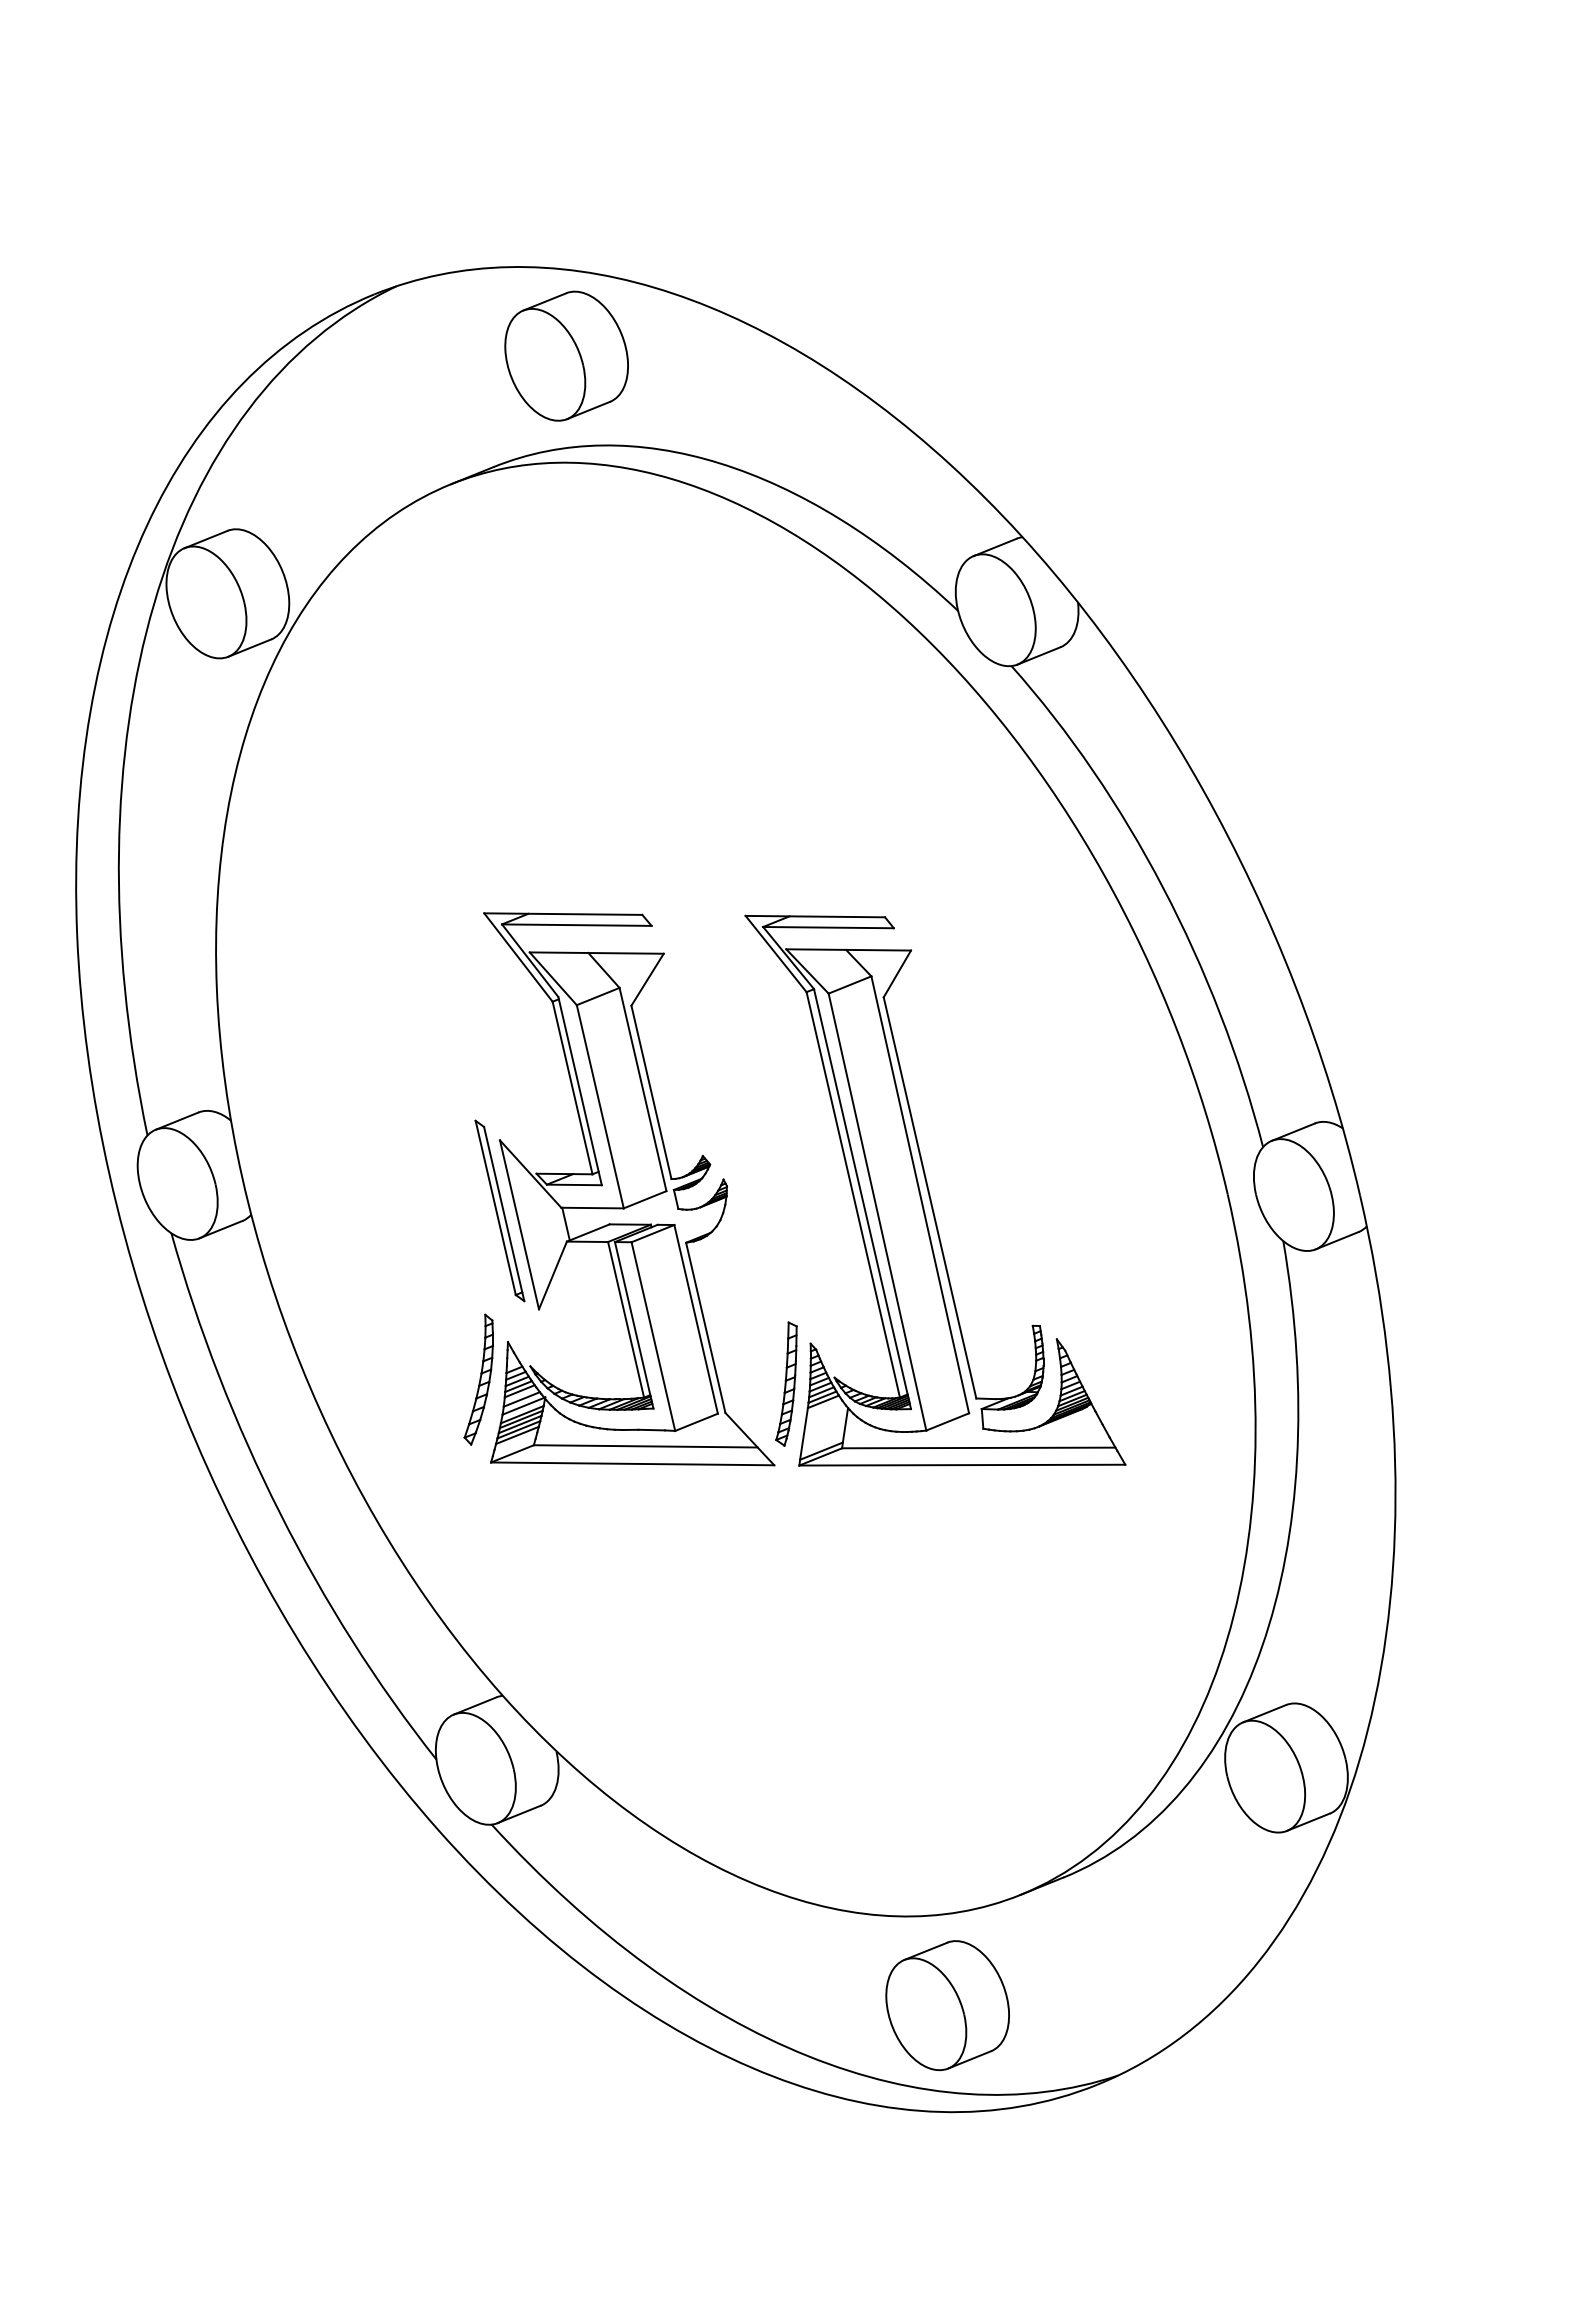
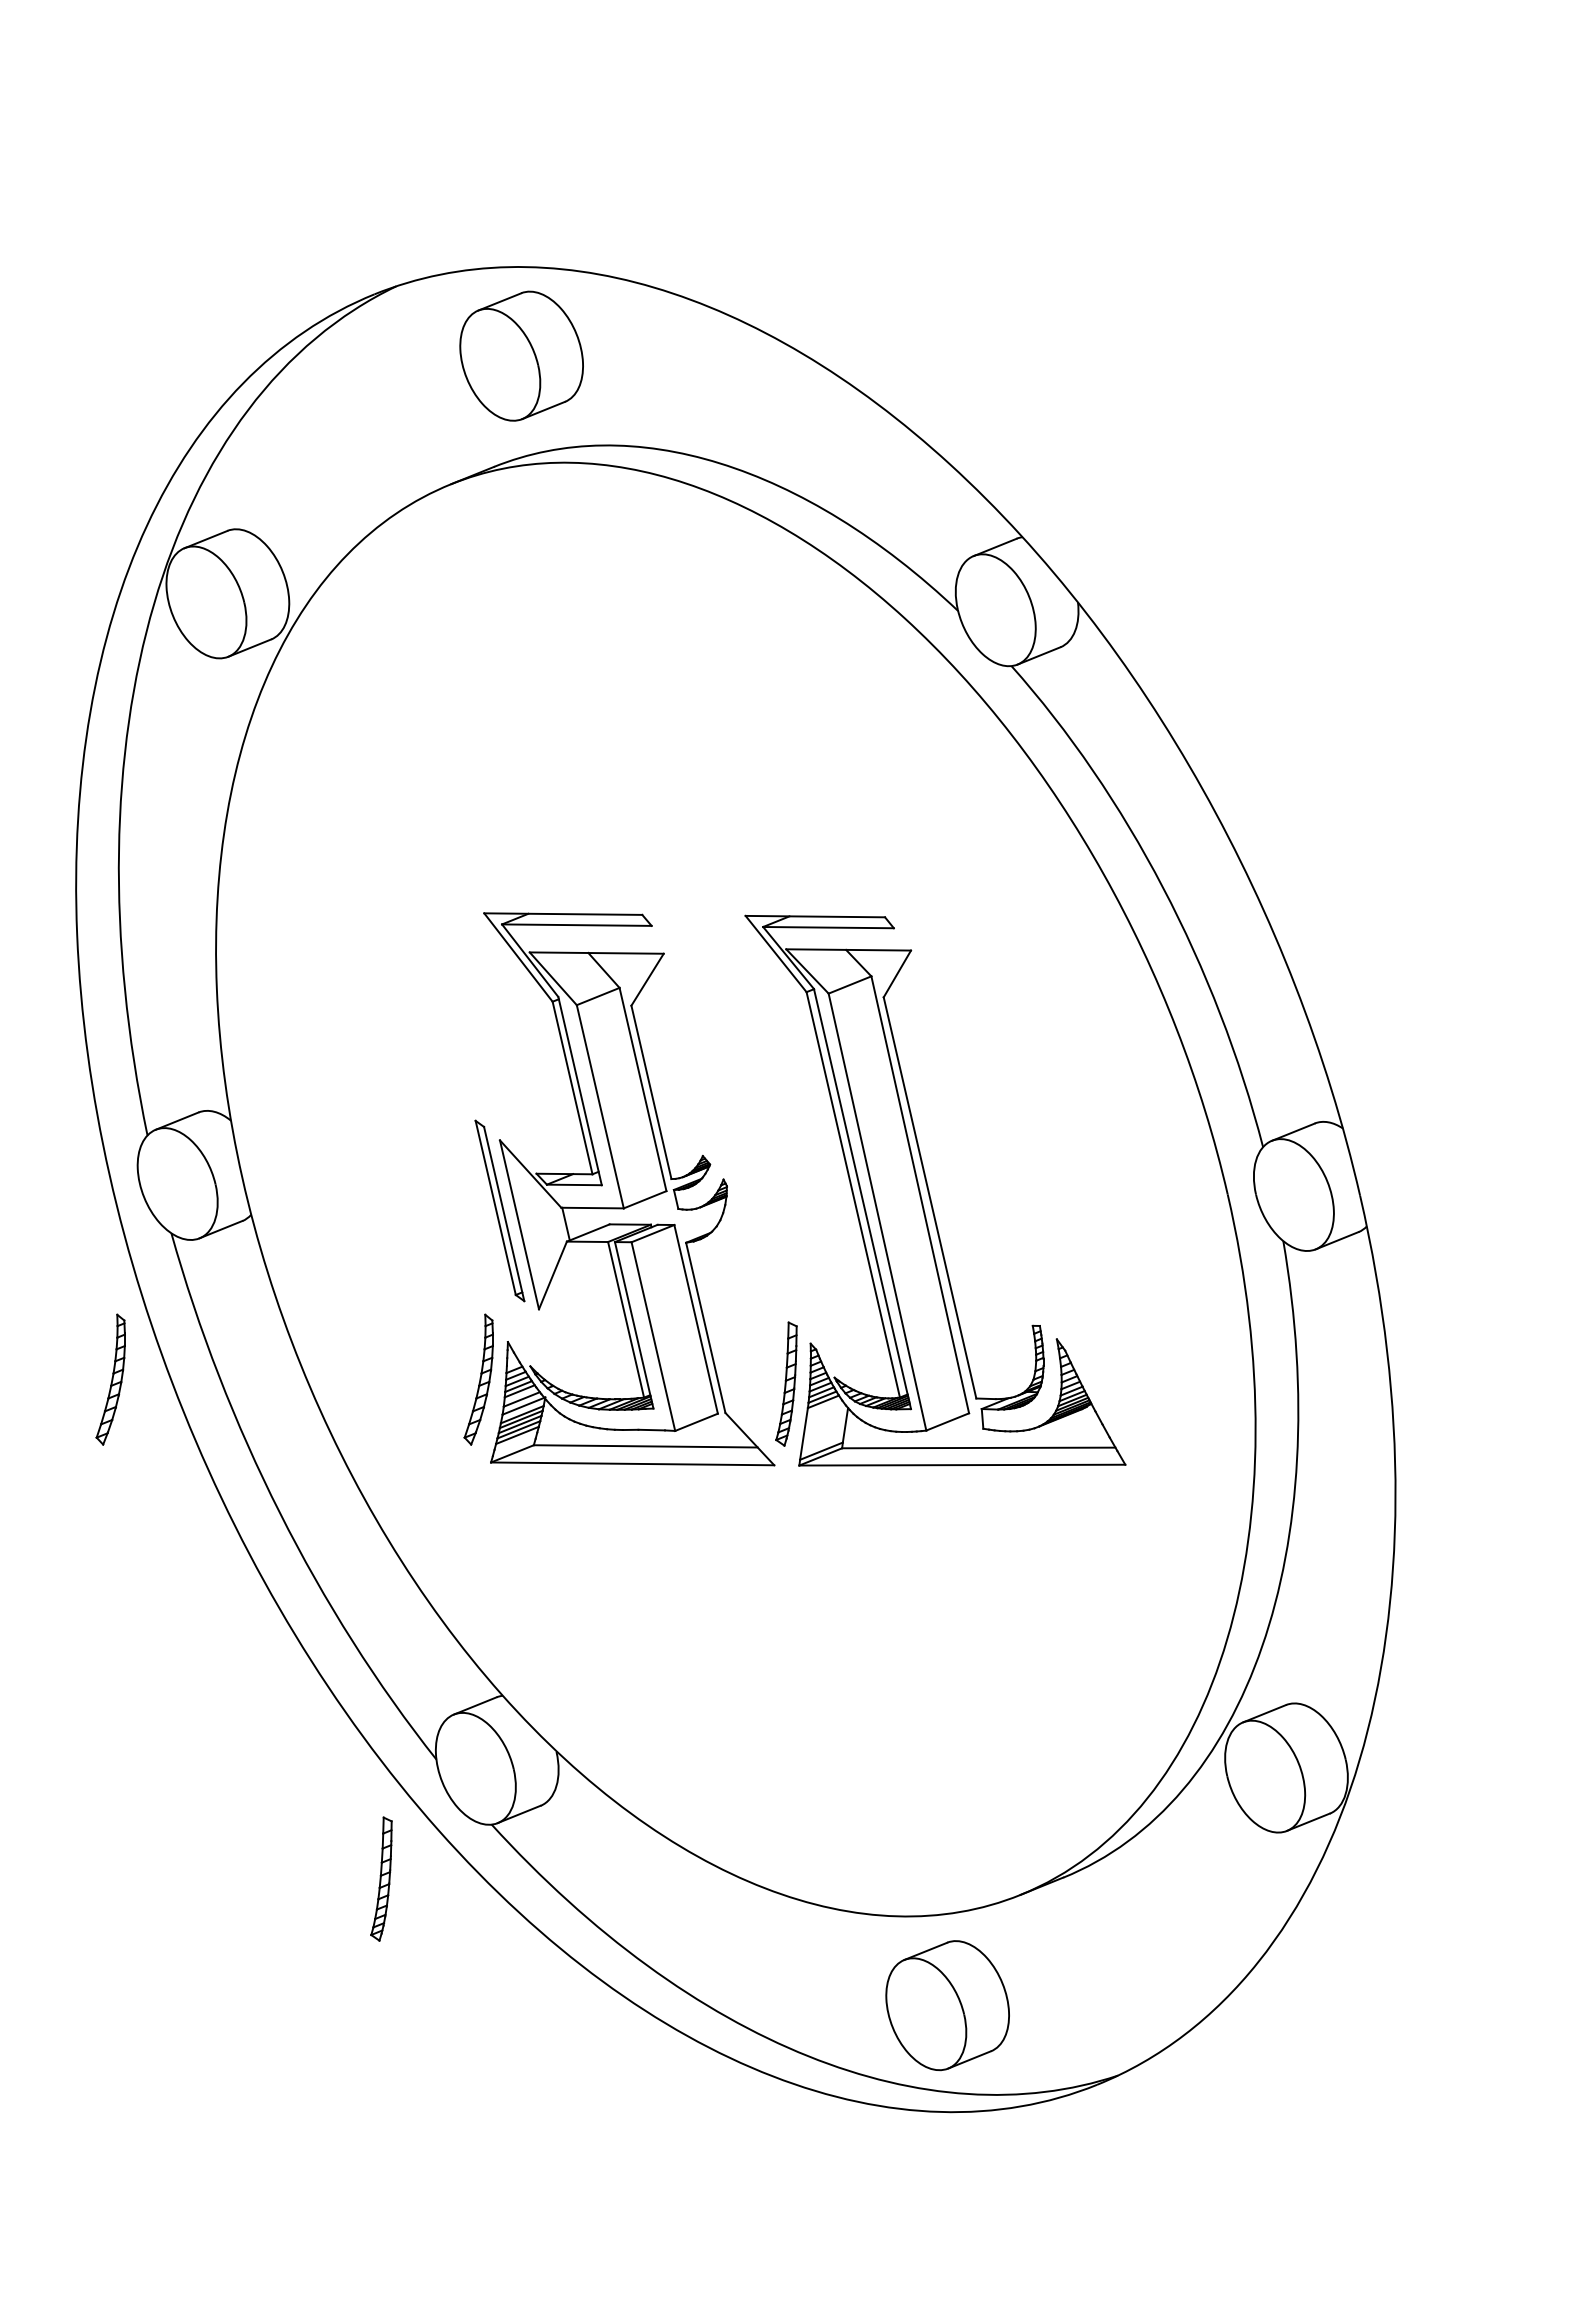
part at (566, 355) position: (566, 355) -> (521, 355)
part at (110, 1379): none -> present
part at (381, 1878): none -> present
